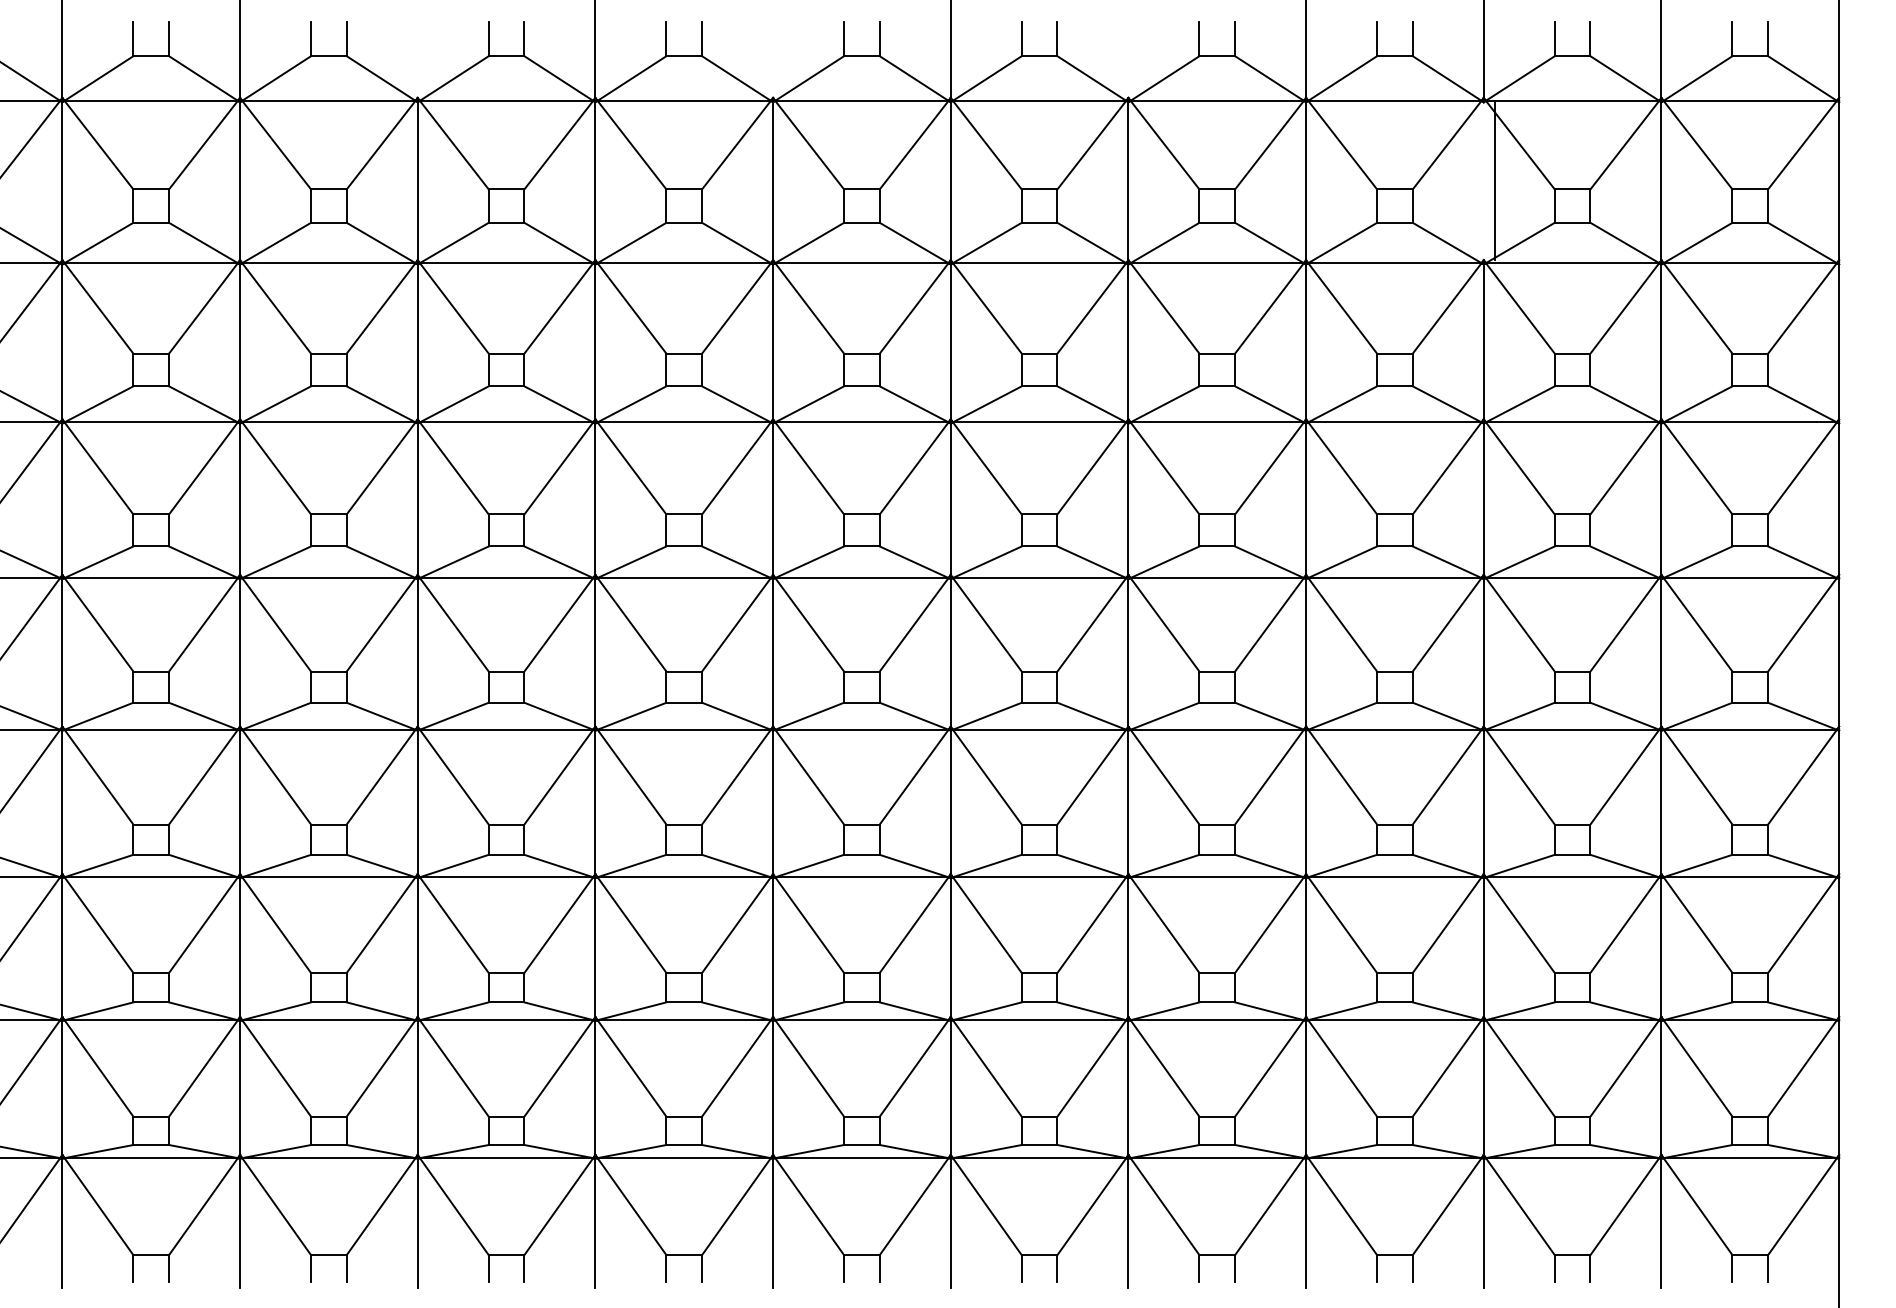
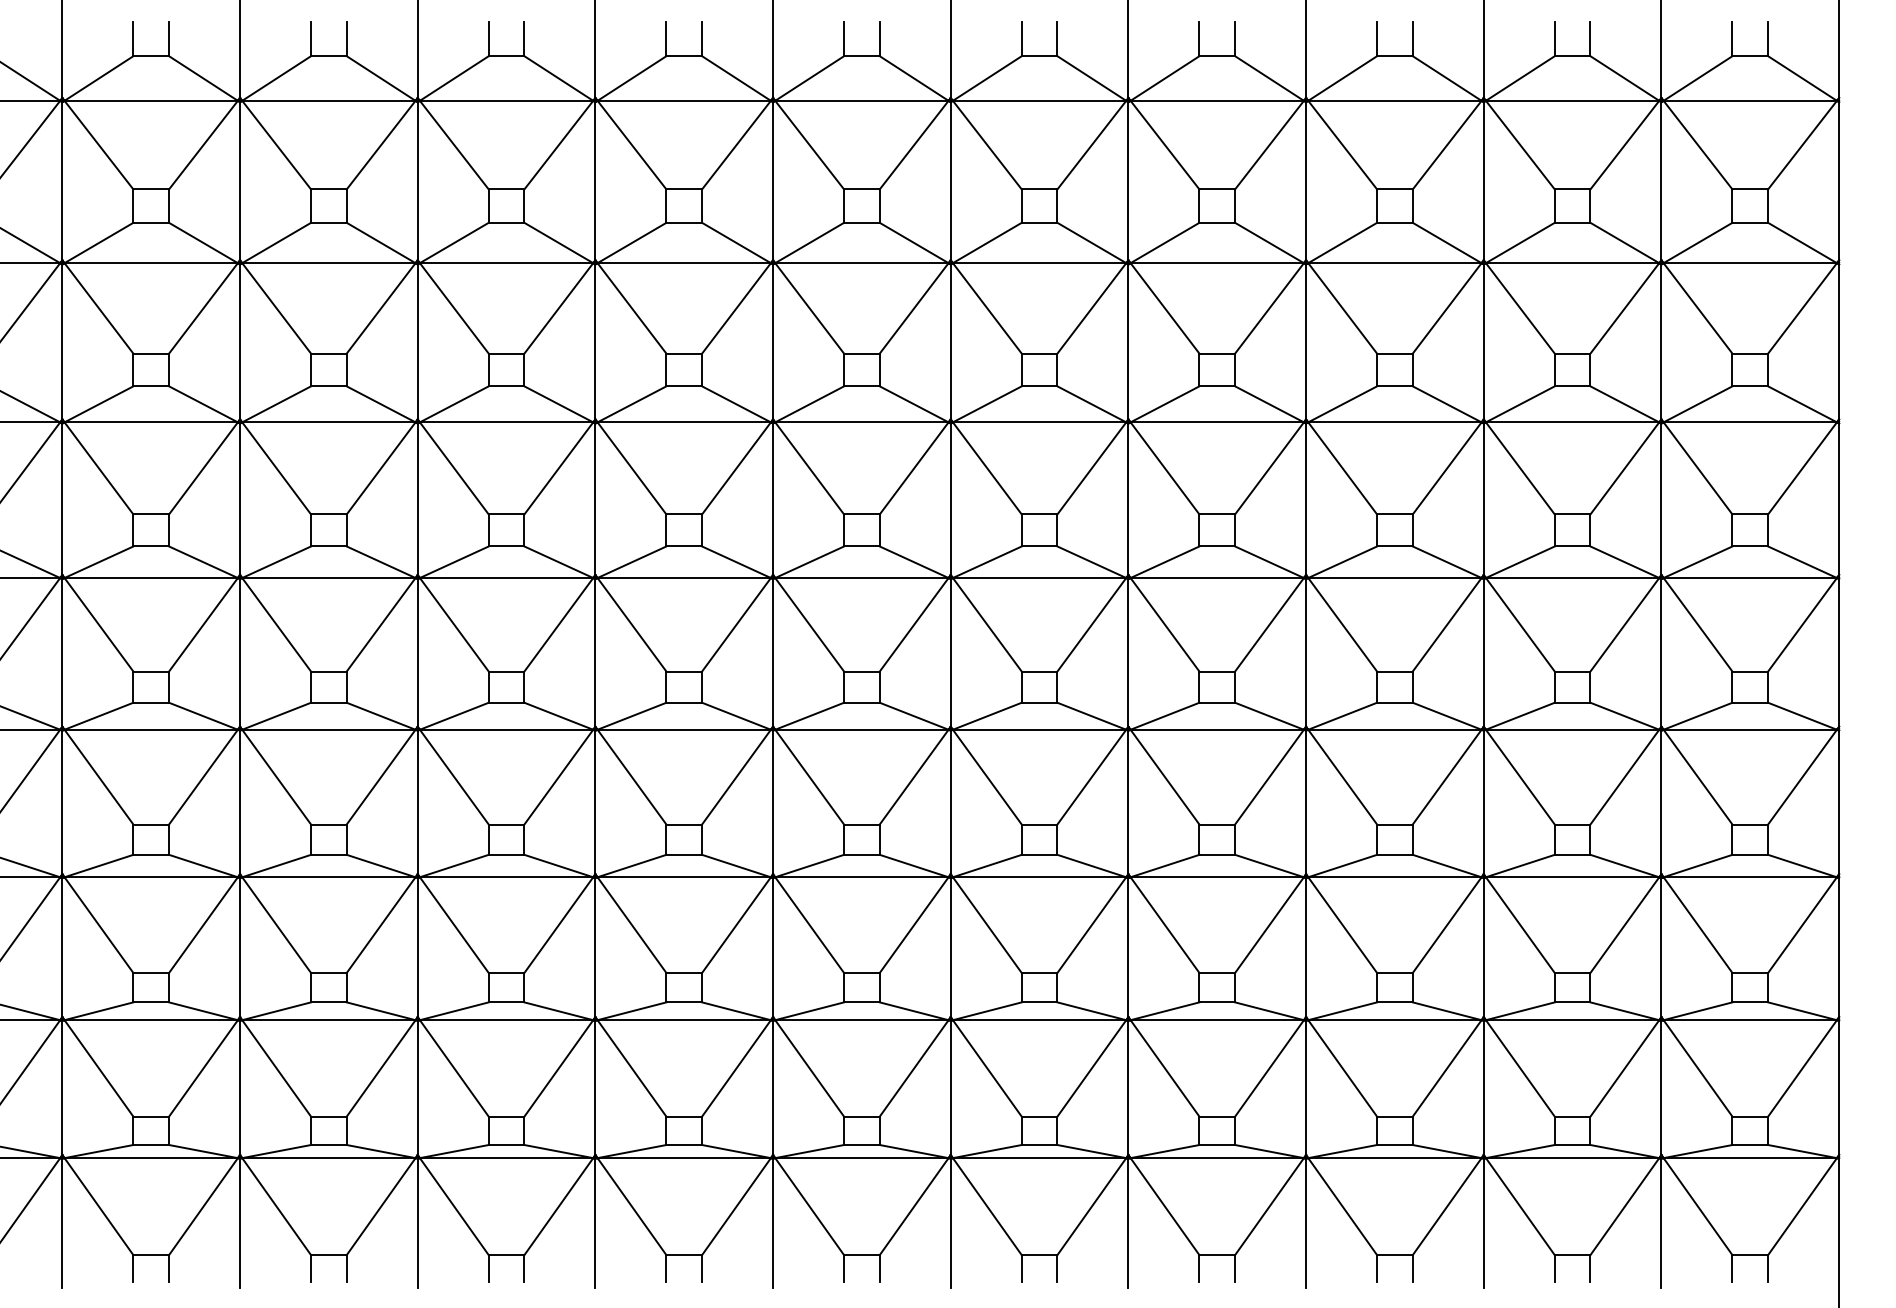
line at (417, 49): none -> present
line at (773, 49): none -> present
line at (1128, 49): none -> present
line at (1494, 181) position: (1494, 181) -> (1483, 181)
